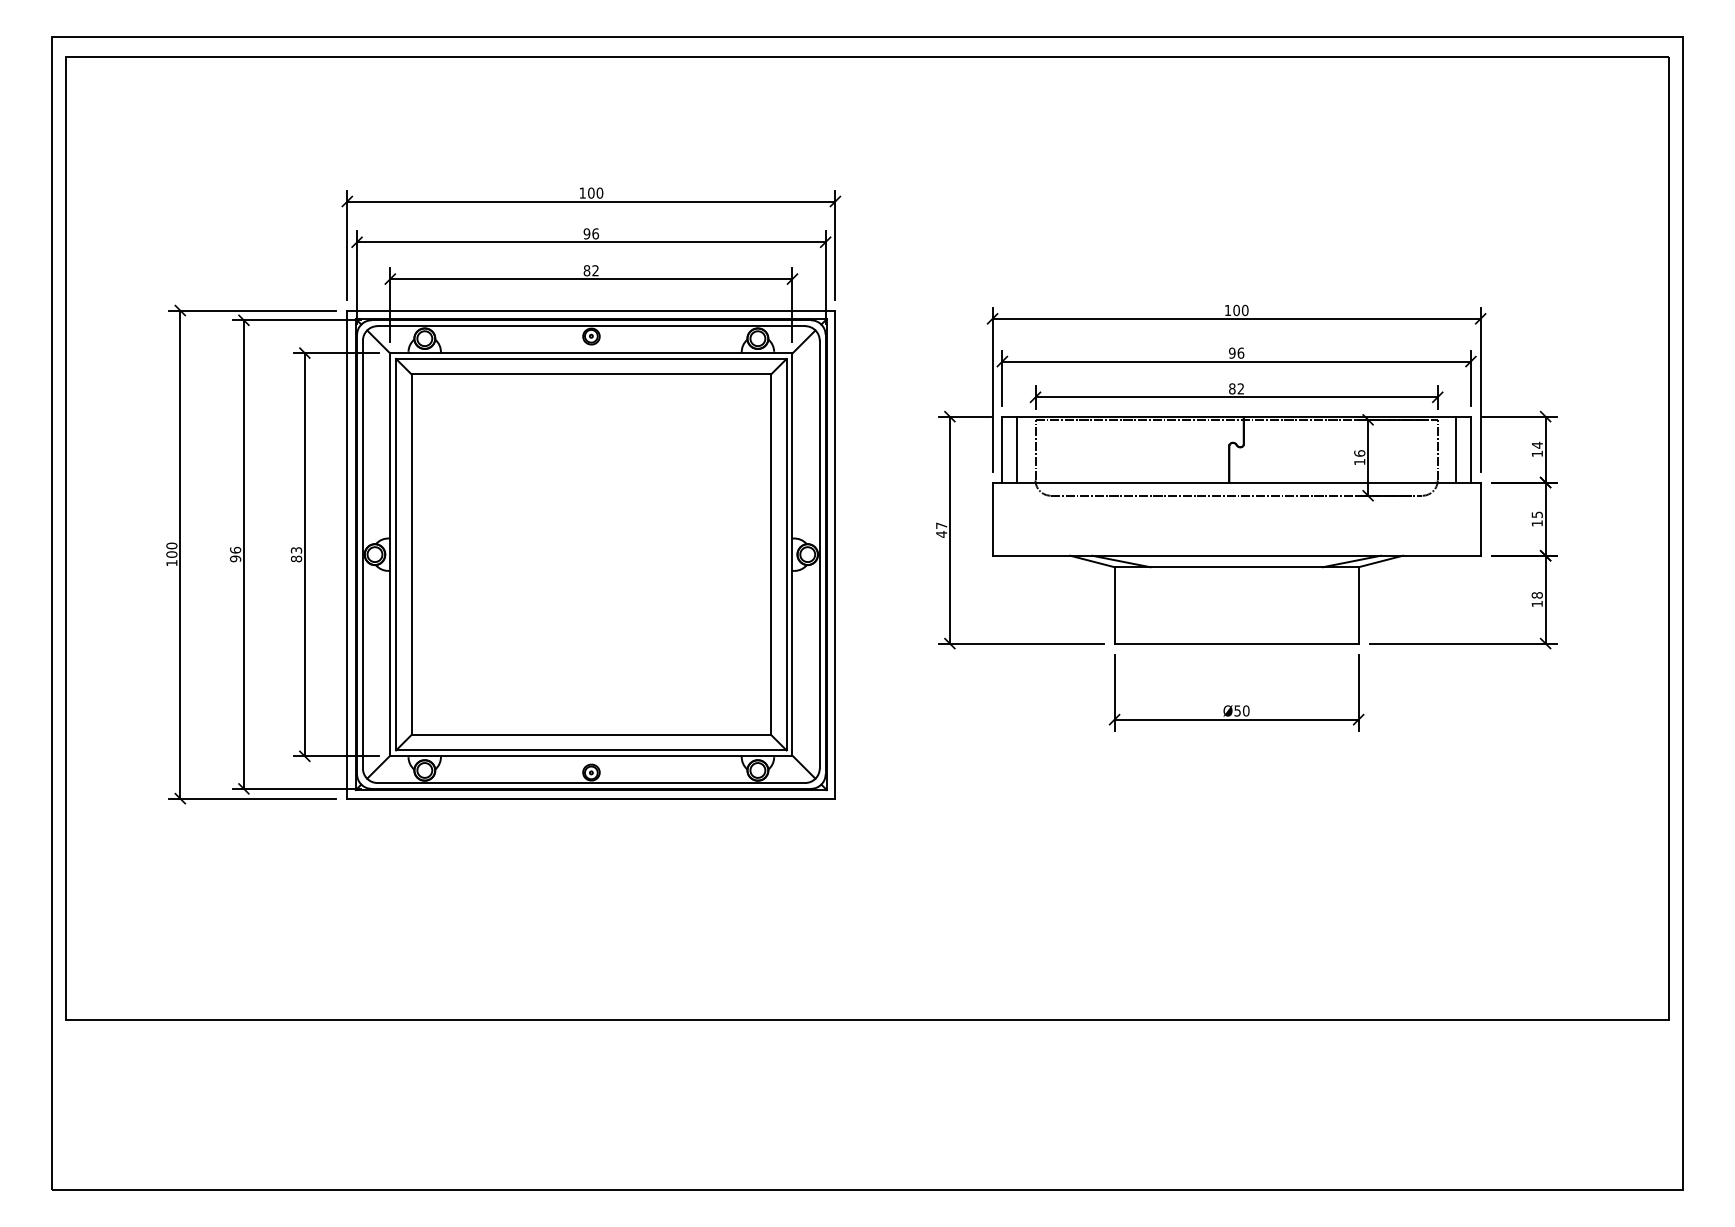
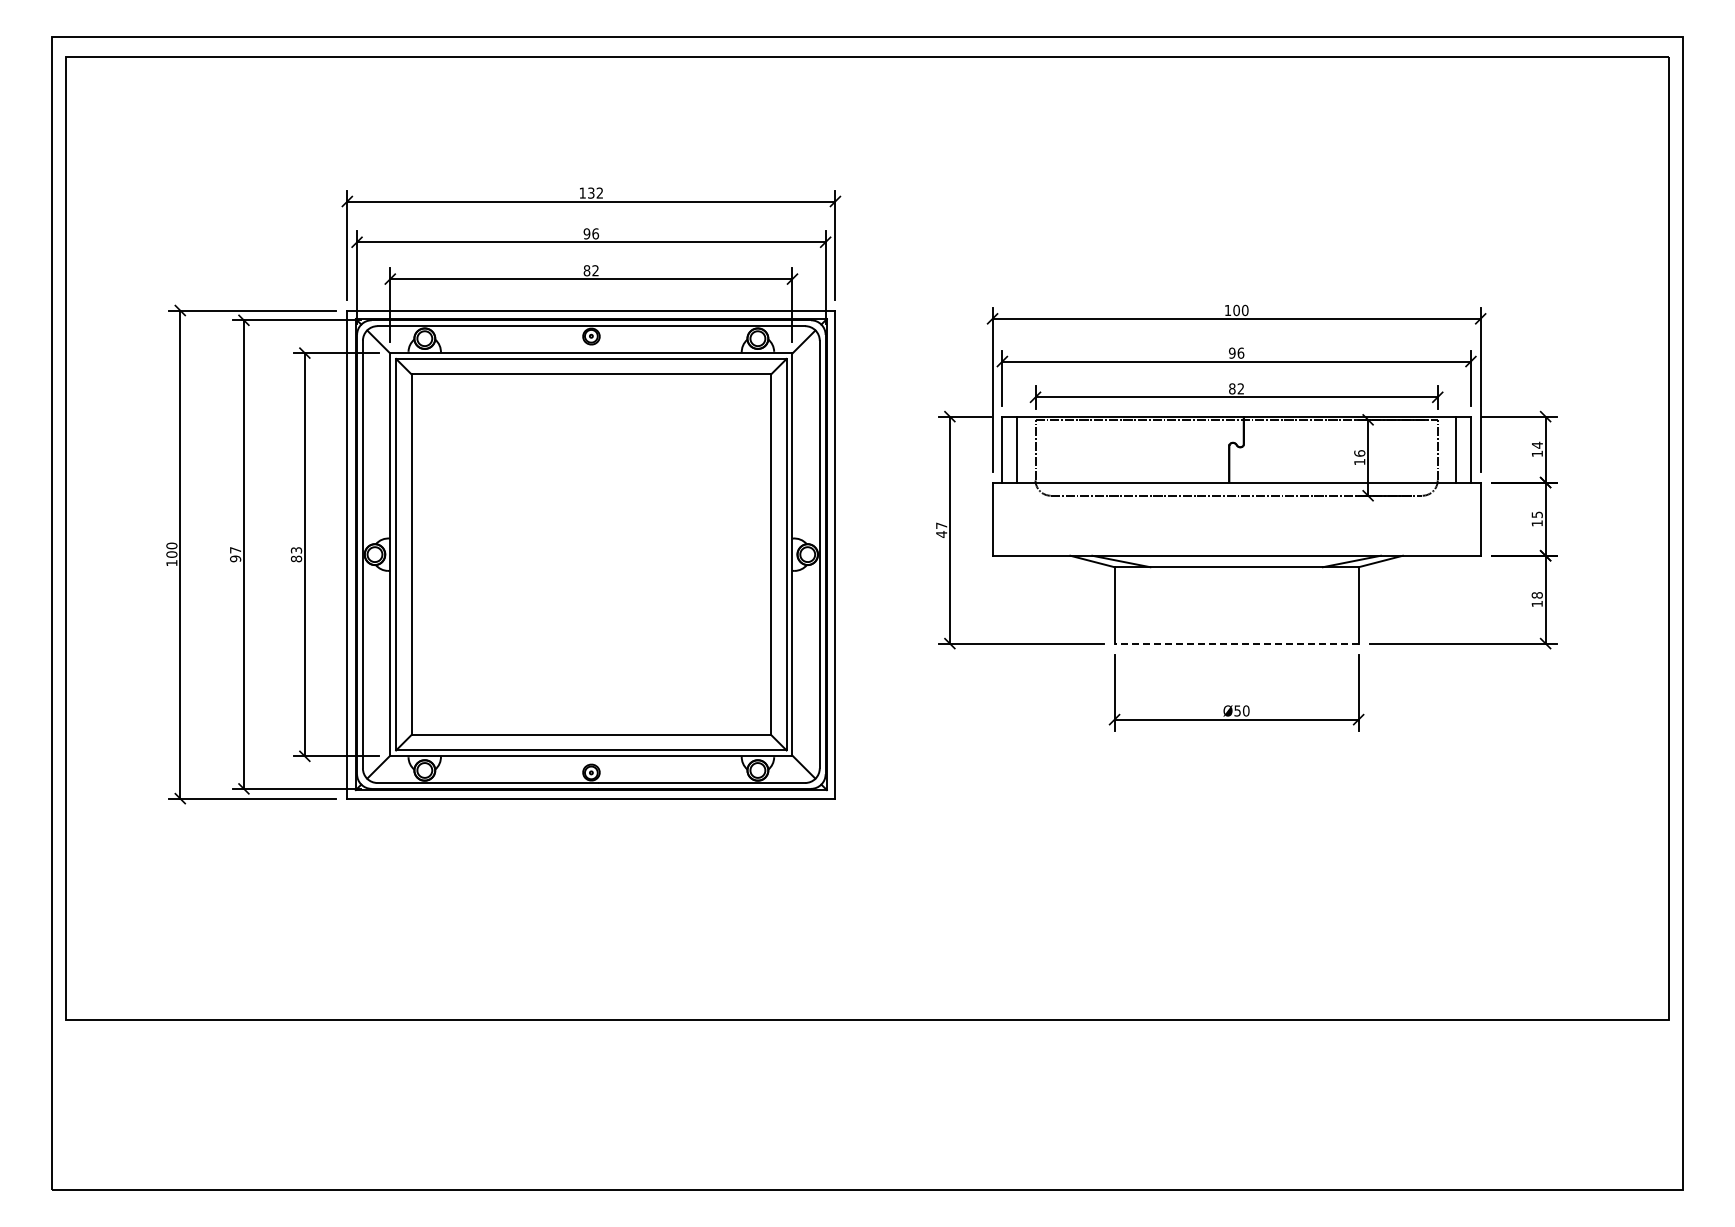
text at (595, 192): 100 -> 132
text at (235, 549): 96 -> 97
line at (1236, 643): solid -> dashed
